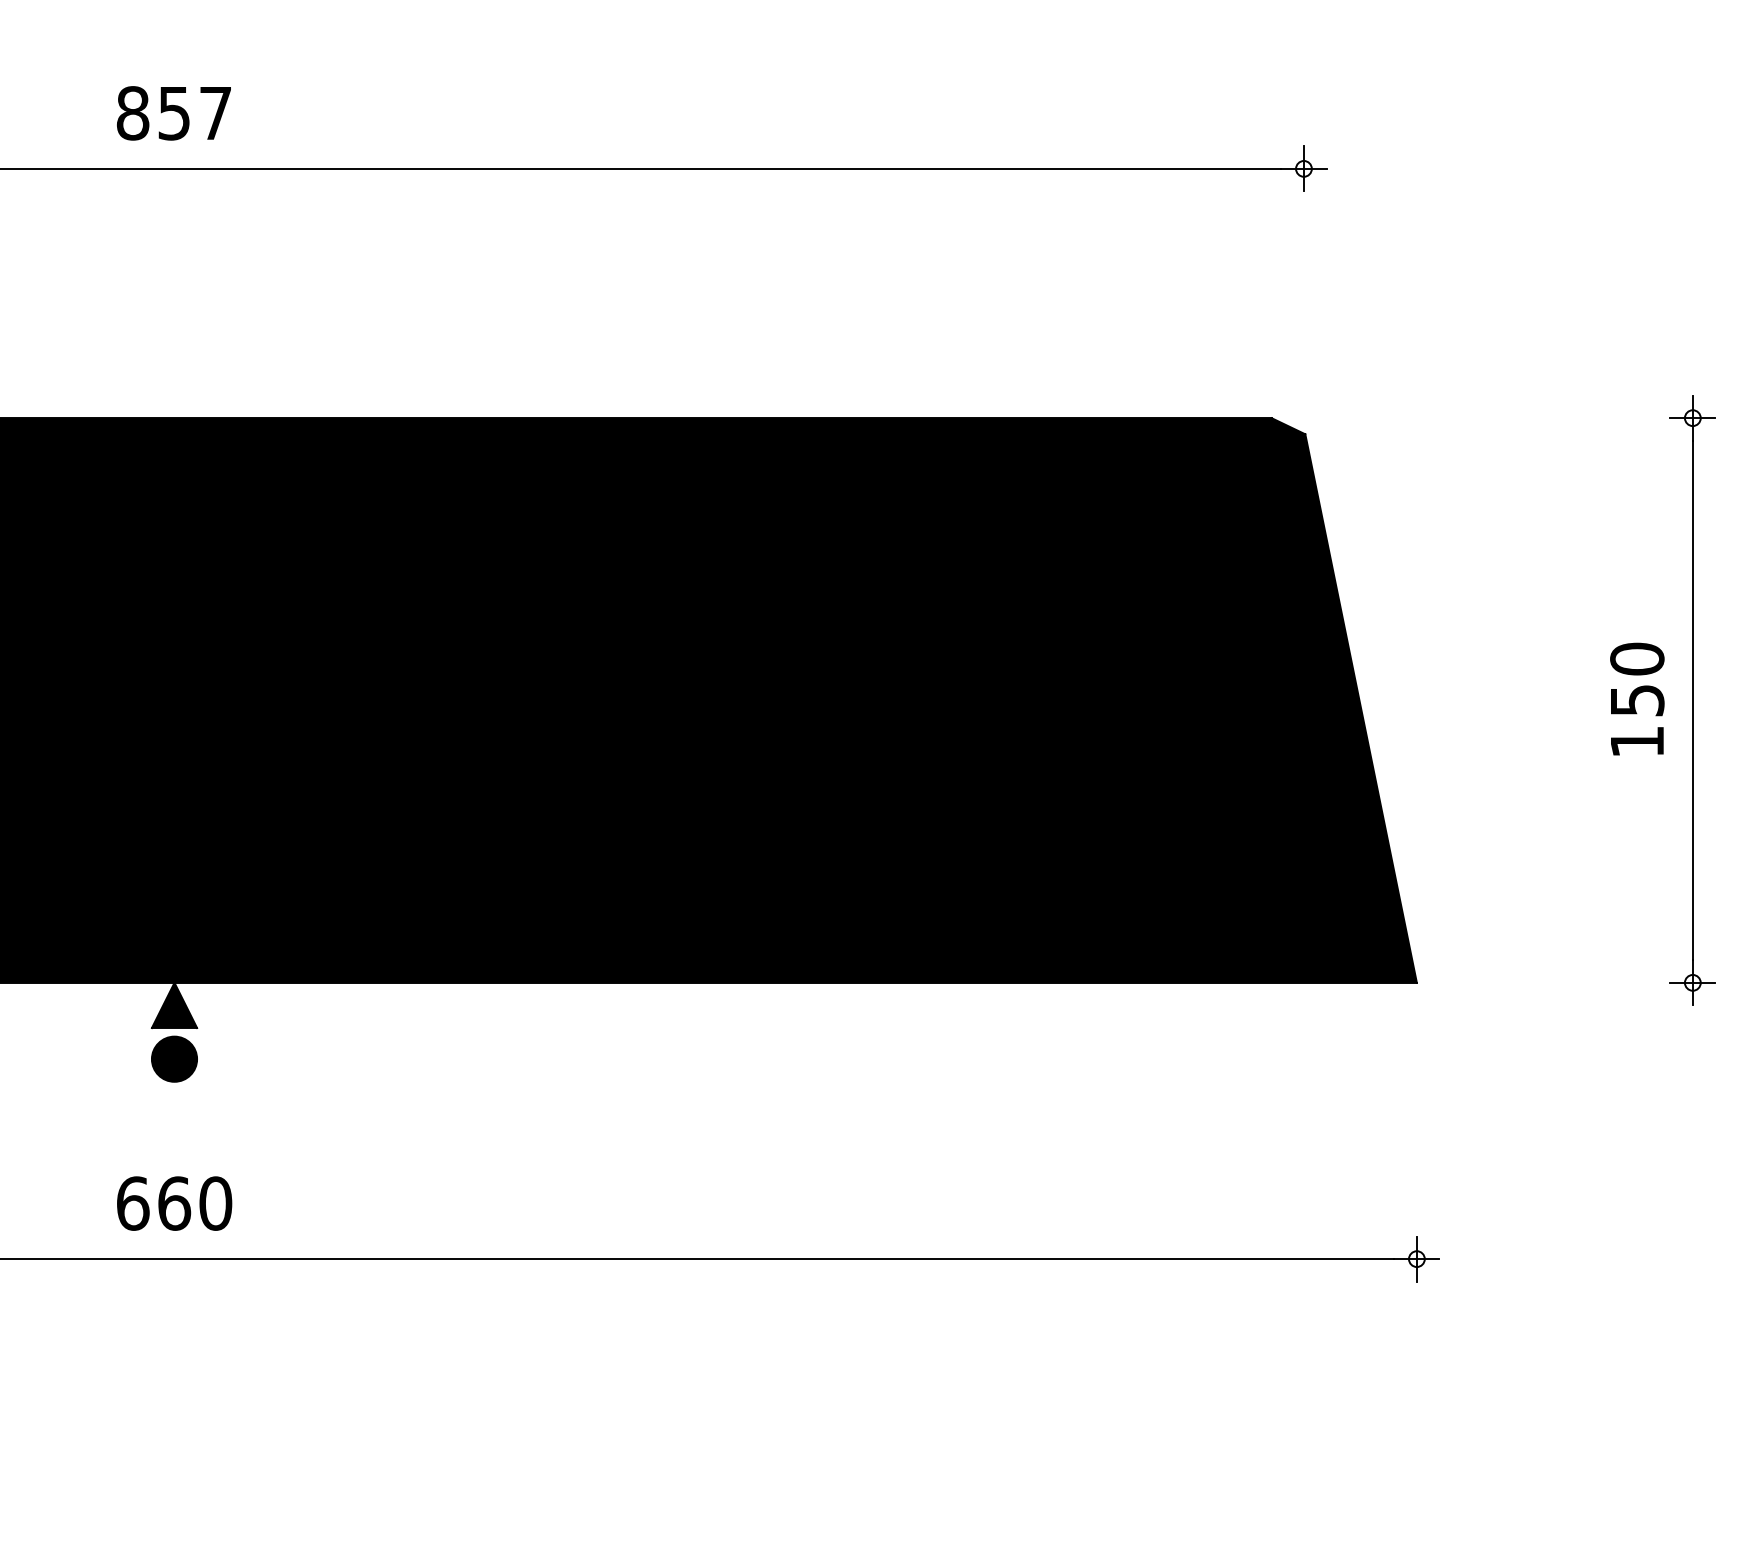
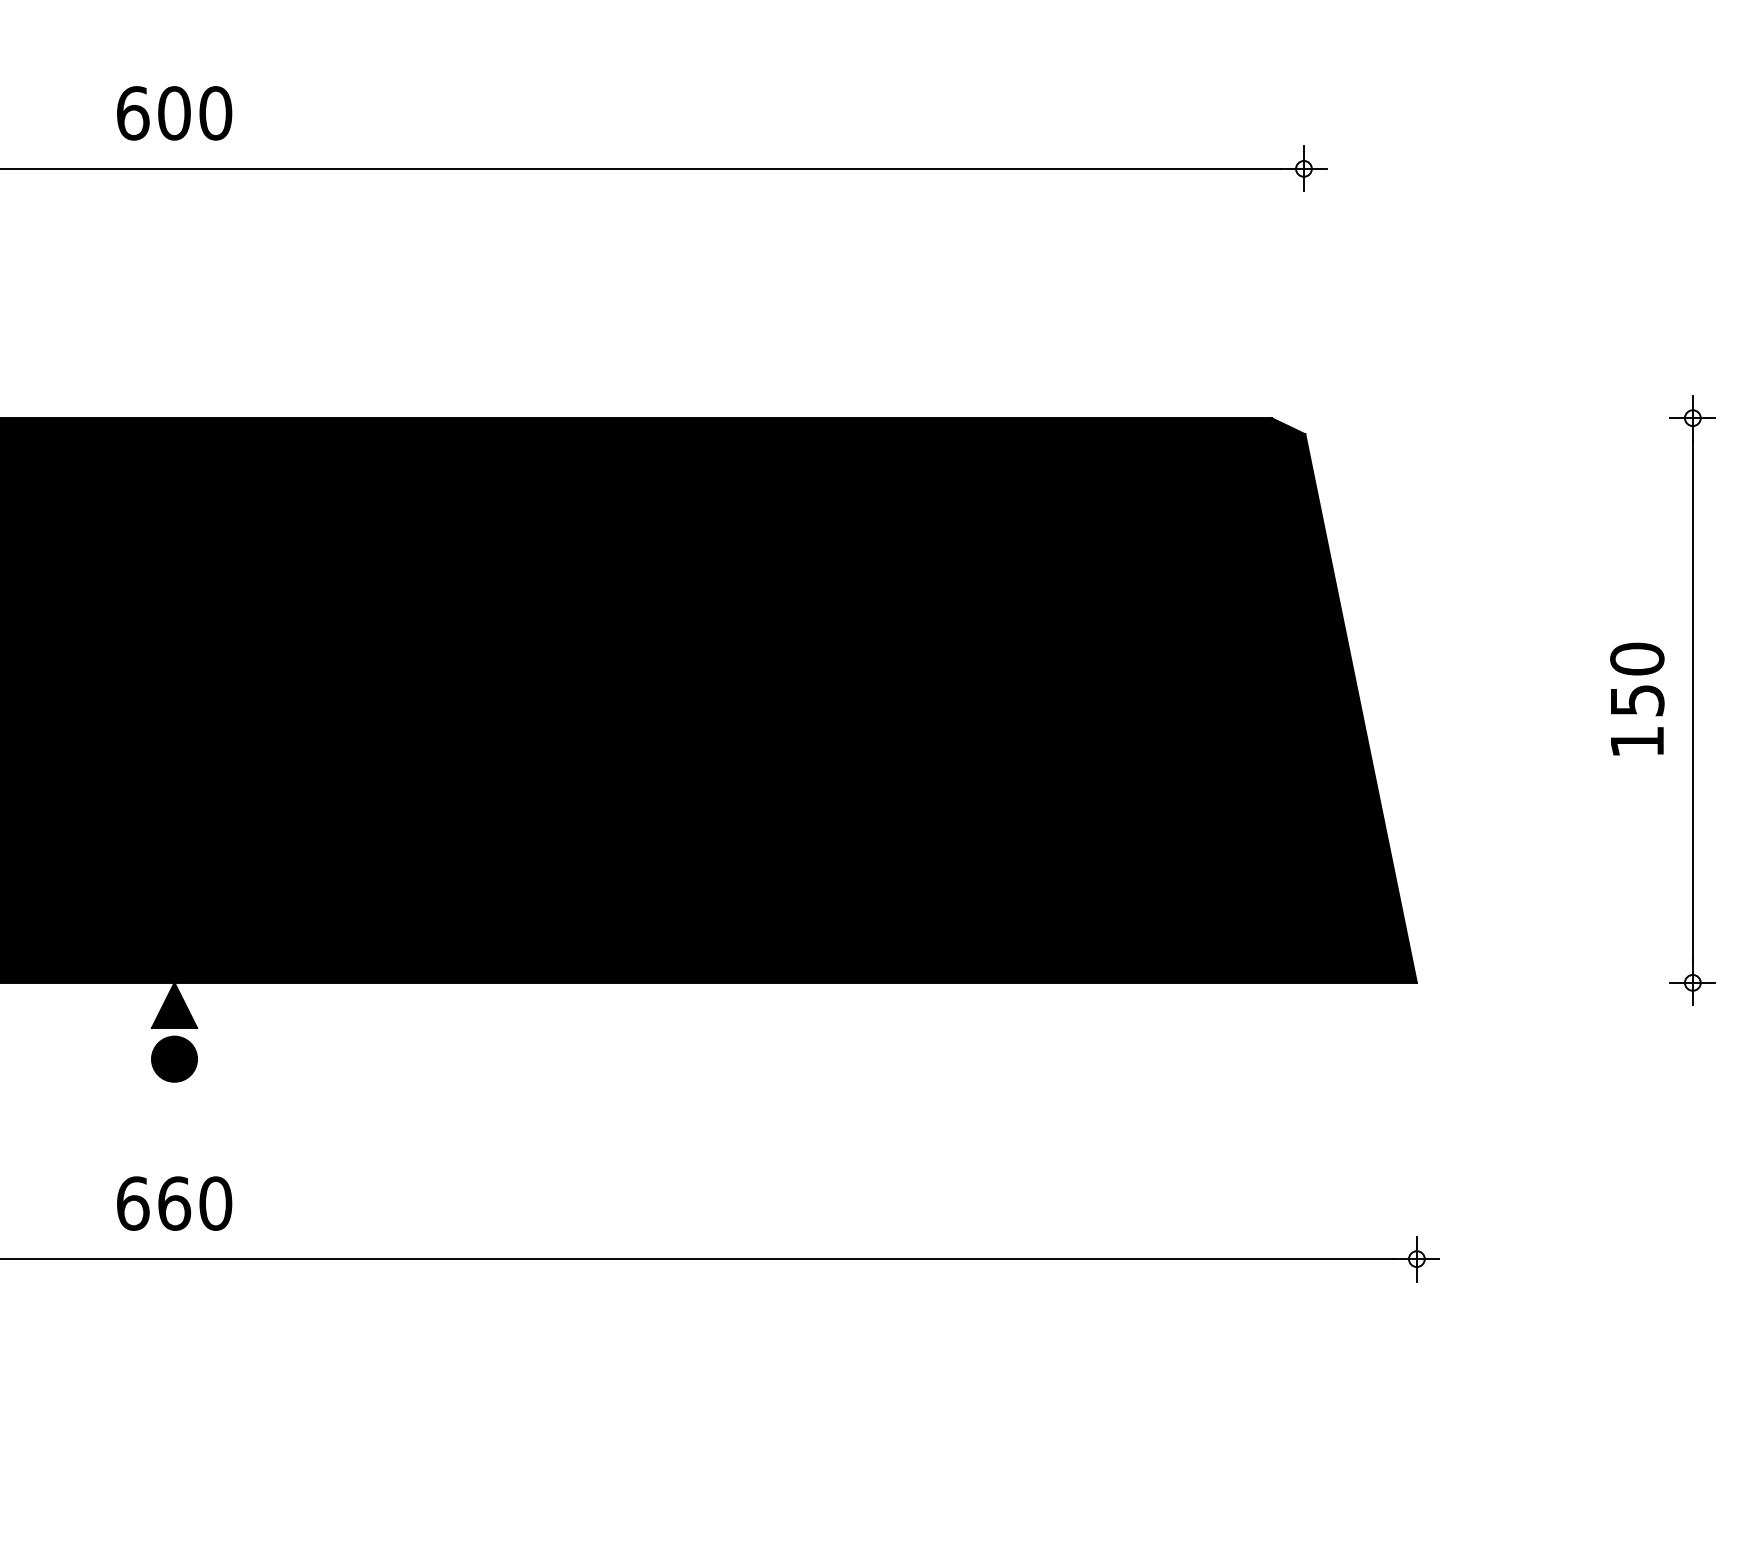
text at (174, 113): 857 -> 600
